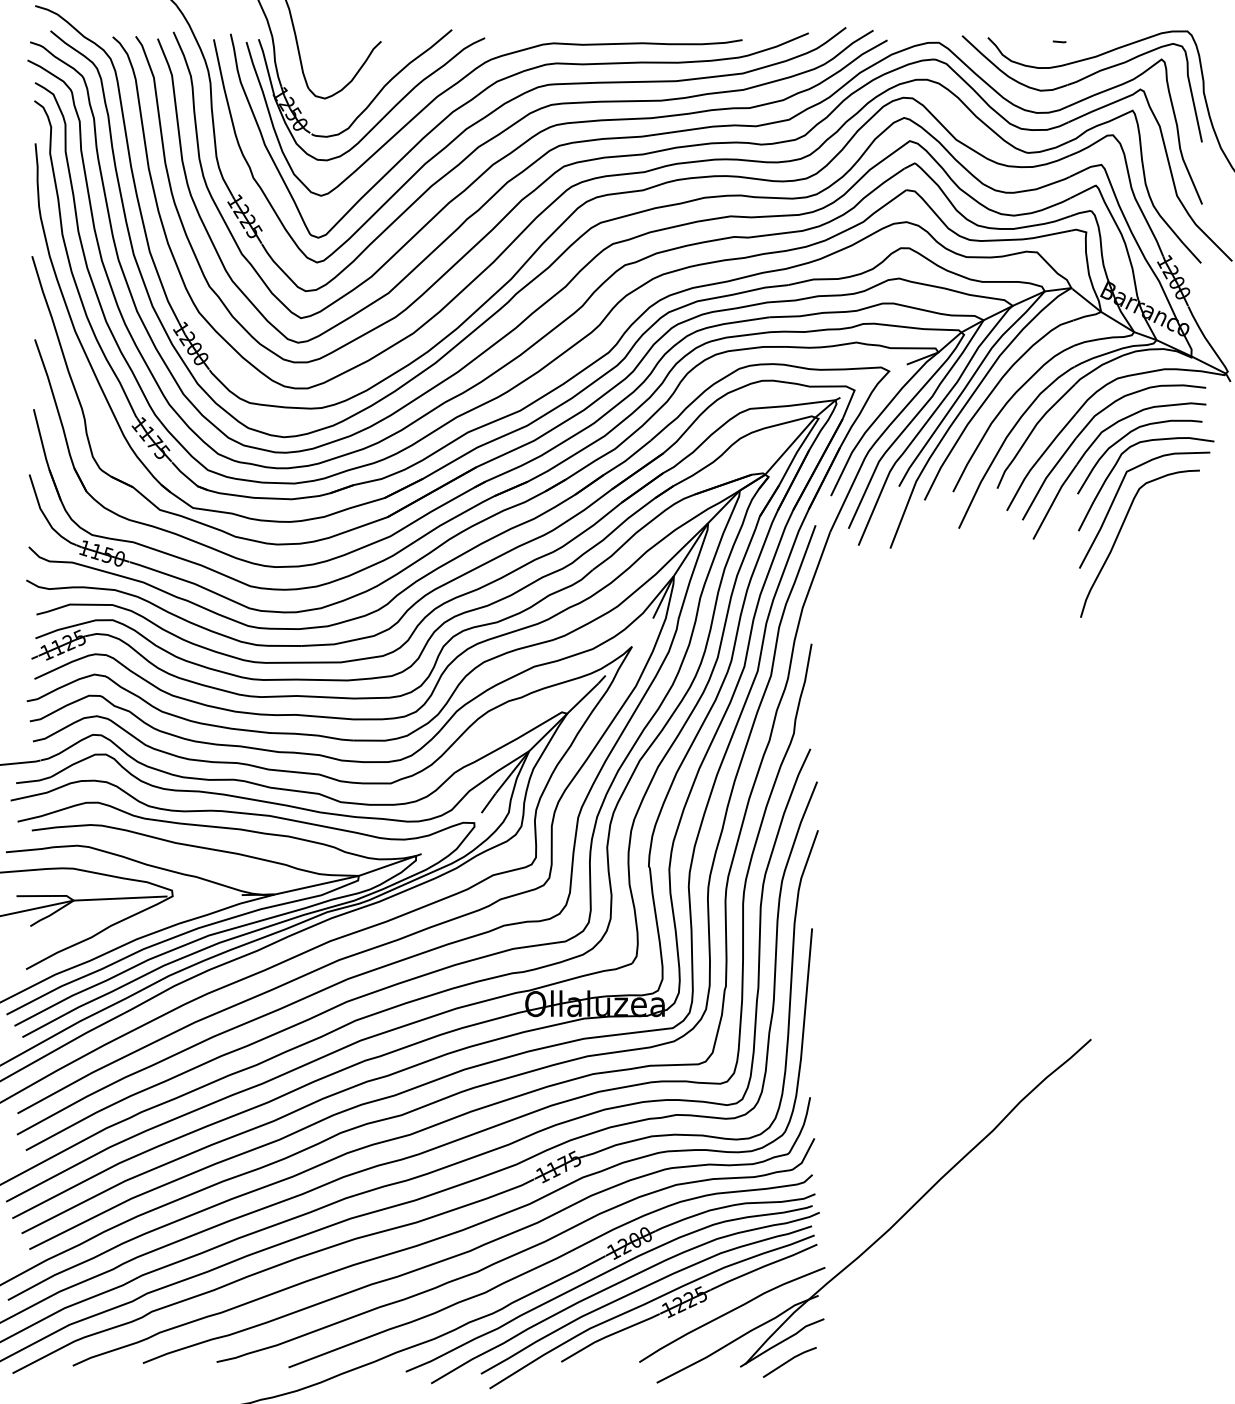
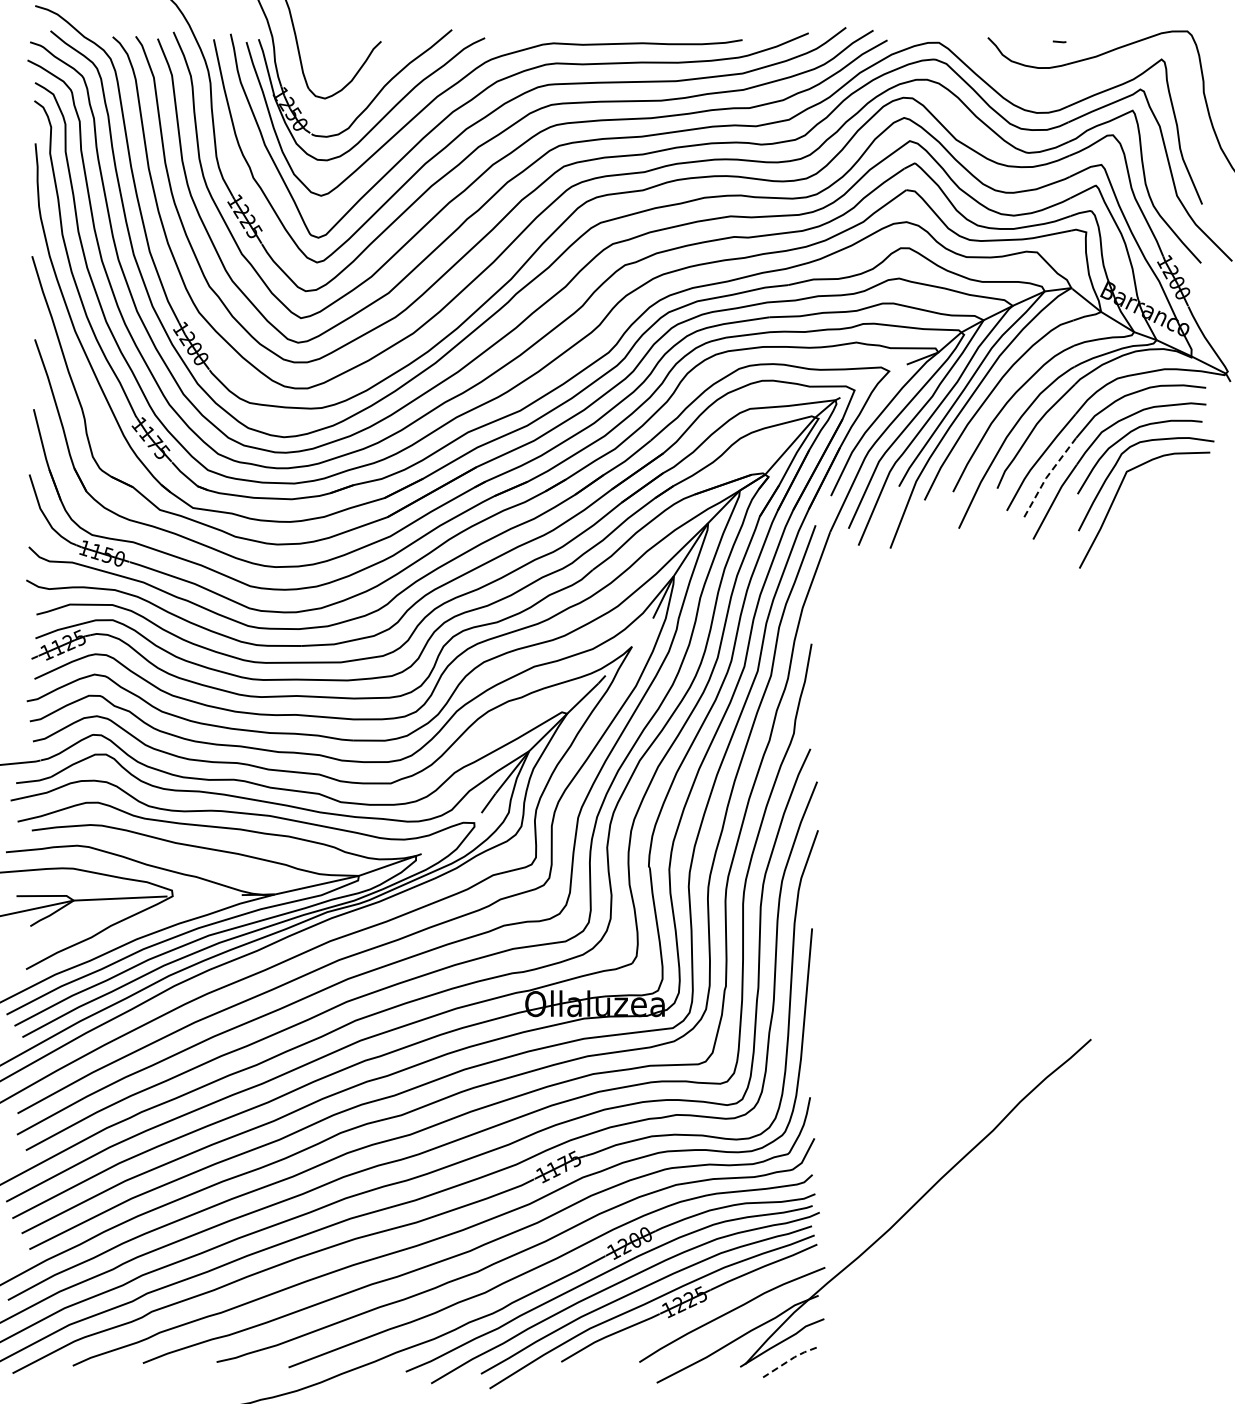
part at (1077, 82): present -> none
line at (1046, 477): solid -> dashed
curve at (1119, 534): present -> none
line at (790, 1359): solid -> dashed
